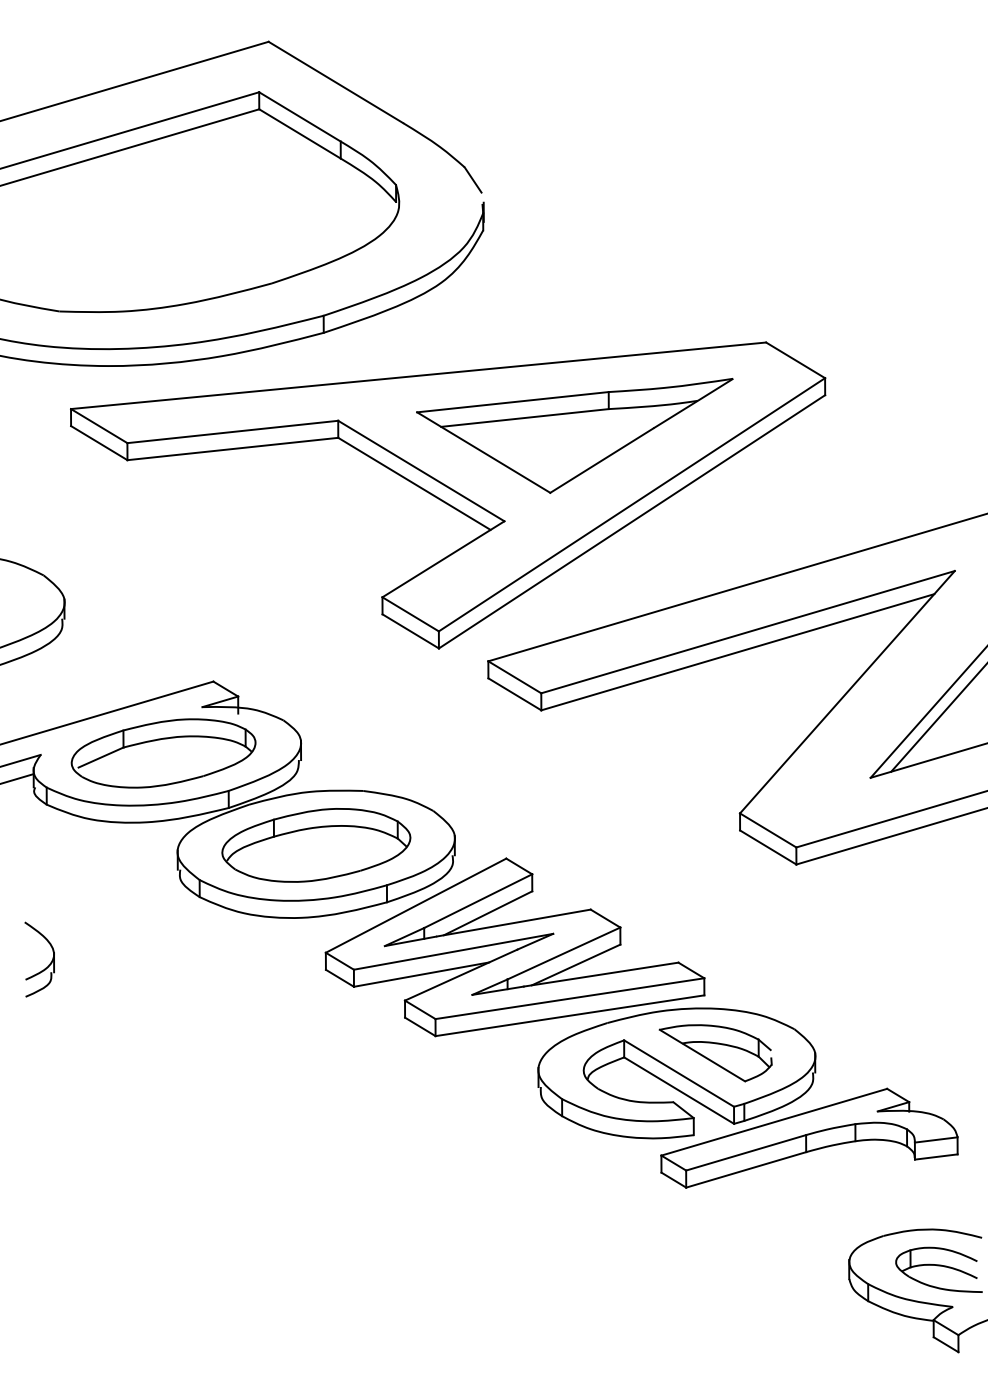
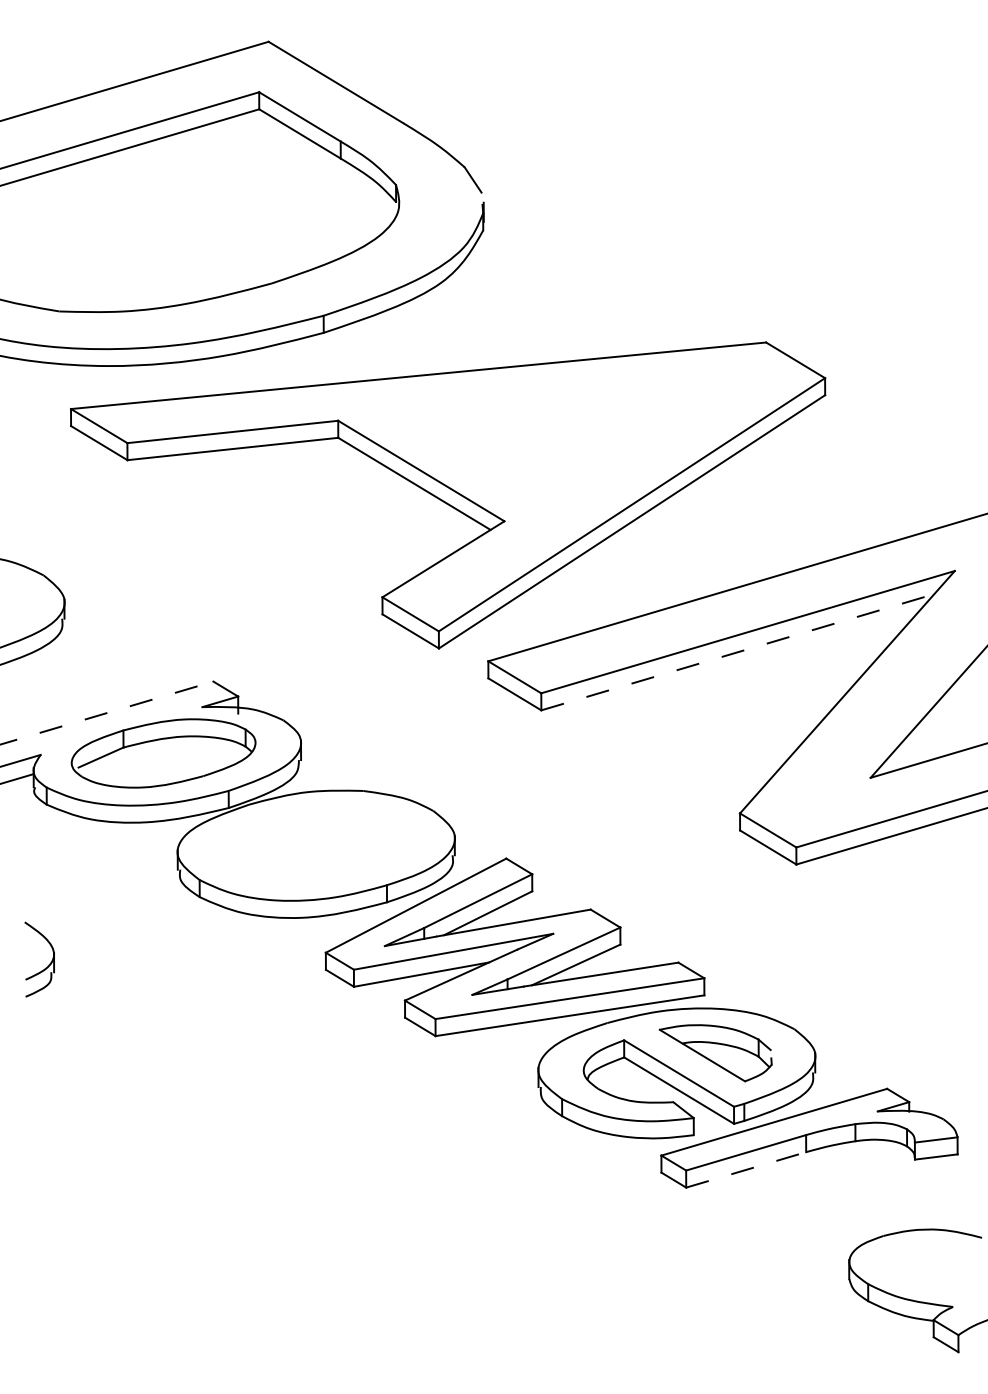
part at (574, 435): present -> none
line at (737, 652): solid -> dashed
line at (107, 712): solid -> dashed
line at (937, 718): present -> none
part at (316, 845): present -> none
line at (746, 1169): solid -> dashed
part at (938, 1269): present -> none
